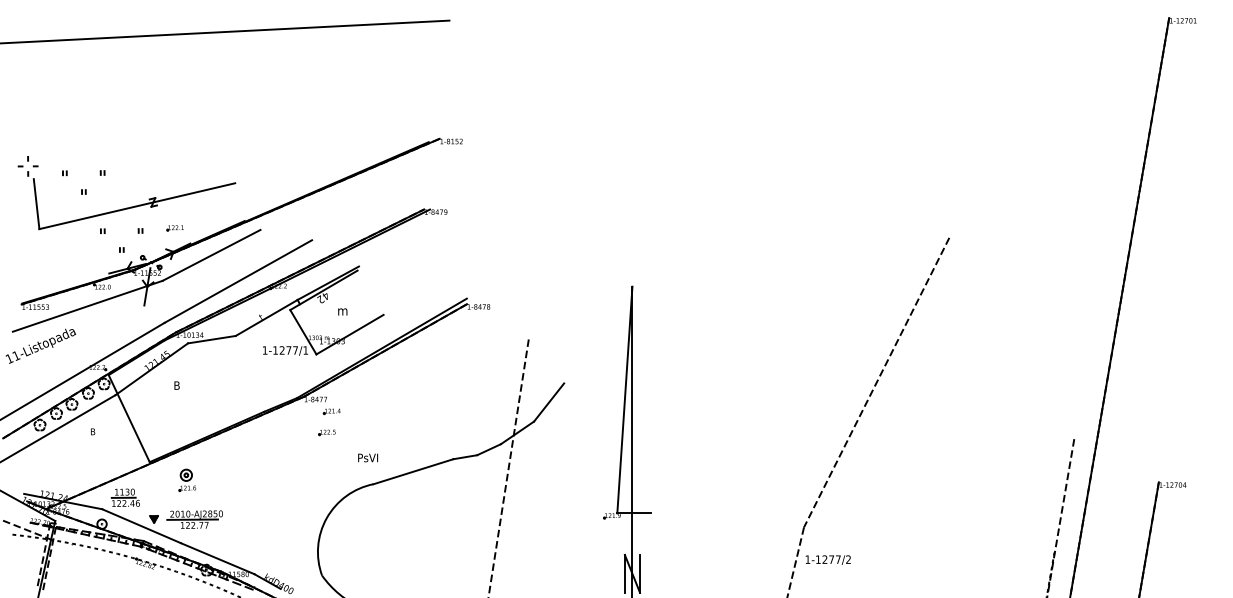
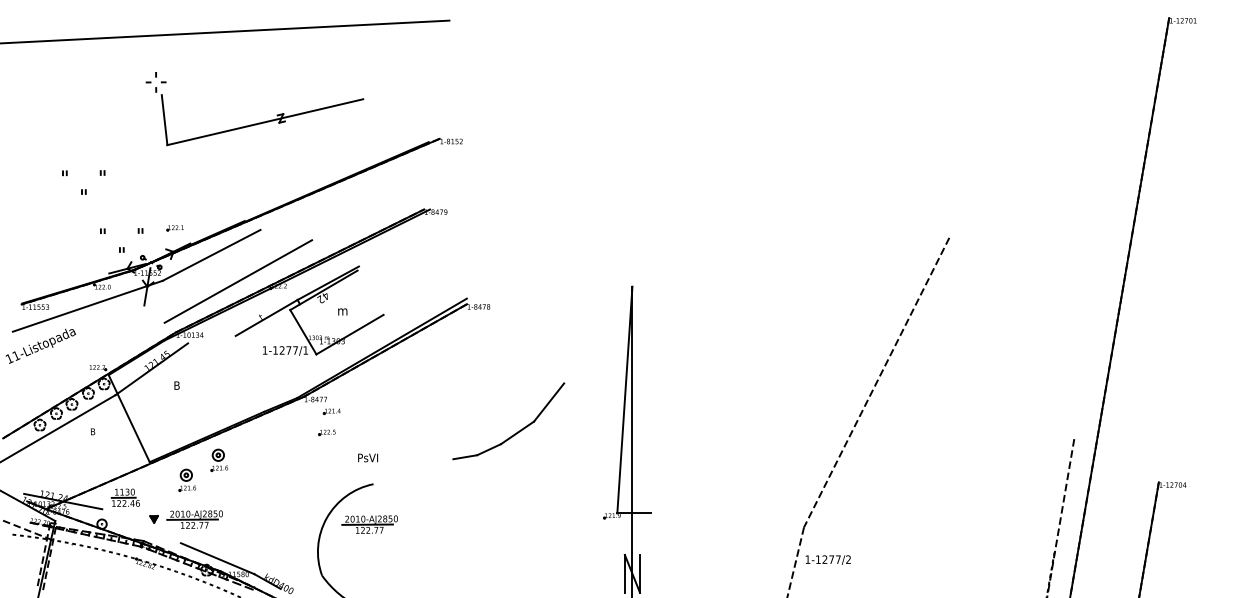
part at (130, 206) position: (130, 206) -> (258, 122)
line at (211, 339): present -> none
line at (83, 370): present -> none
part at (219, 459): none -> present
line at (508, 466): present -> none
line at (413, 471): present -> none
part at (369, 524): none -> present
line at (141, 526): present -> none
